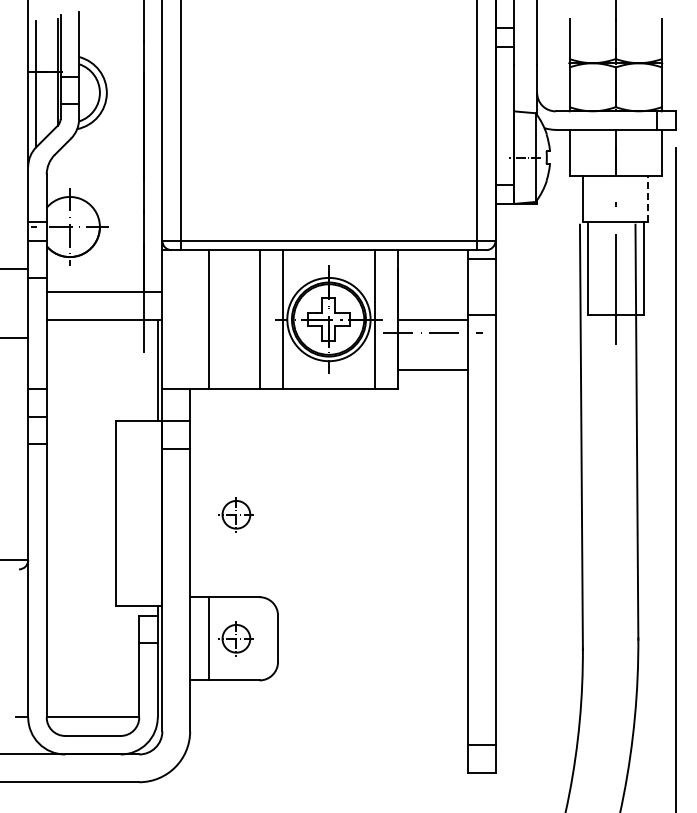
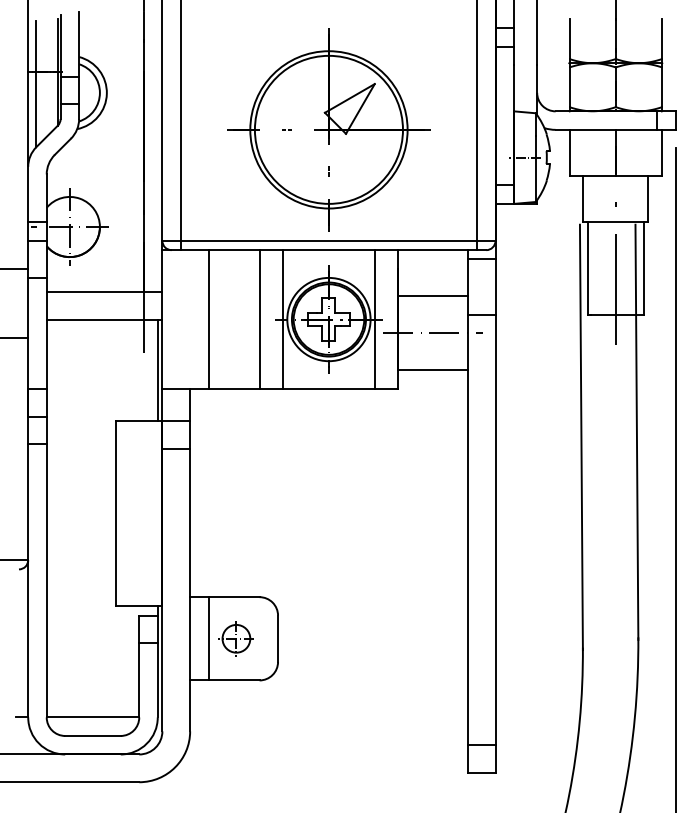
part at (328, 129): none -> present
line at (648, 198): dashed -> solid
line at (432, 320) position: (432, 320) -> (432, 296)
part at (235, 514): present -> none
